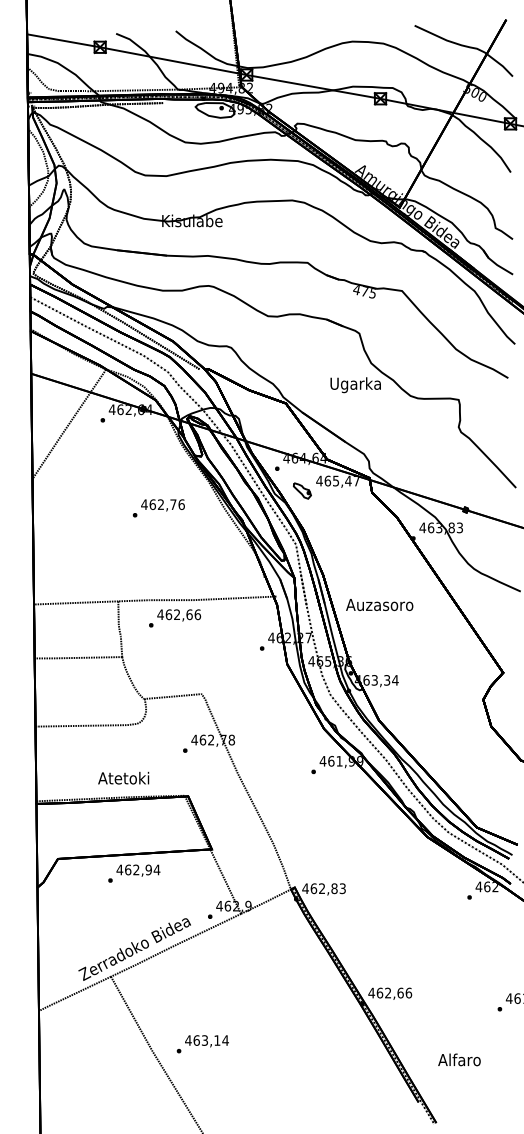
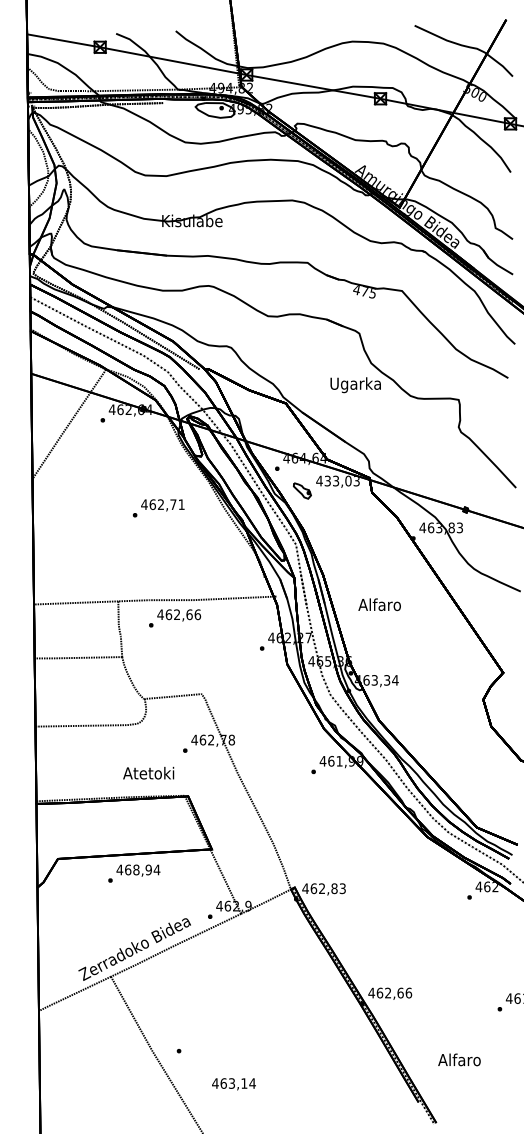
text at (341, 480): 465,47 -> 433,03
text at (181, 504): 462,76 -> 462,71
text at (379, 604): Auzasoro -> Alfaro
text at (123, 777) position: (123, 777) -> (148, 772)
text at (136, 869): 462,94 -> 468,94
text at (206, 1041) position: (206, 1041) -> (233, 1084)
